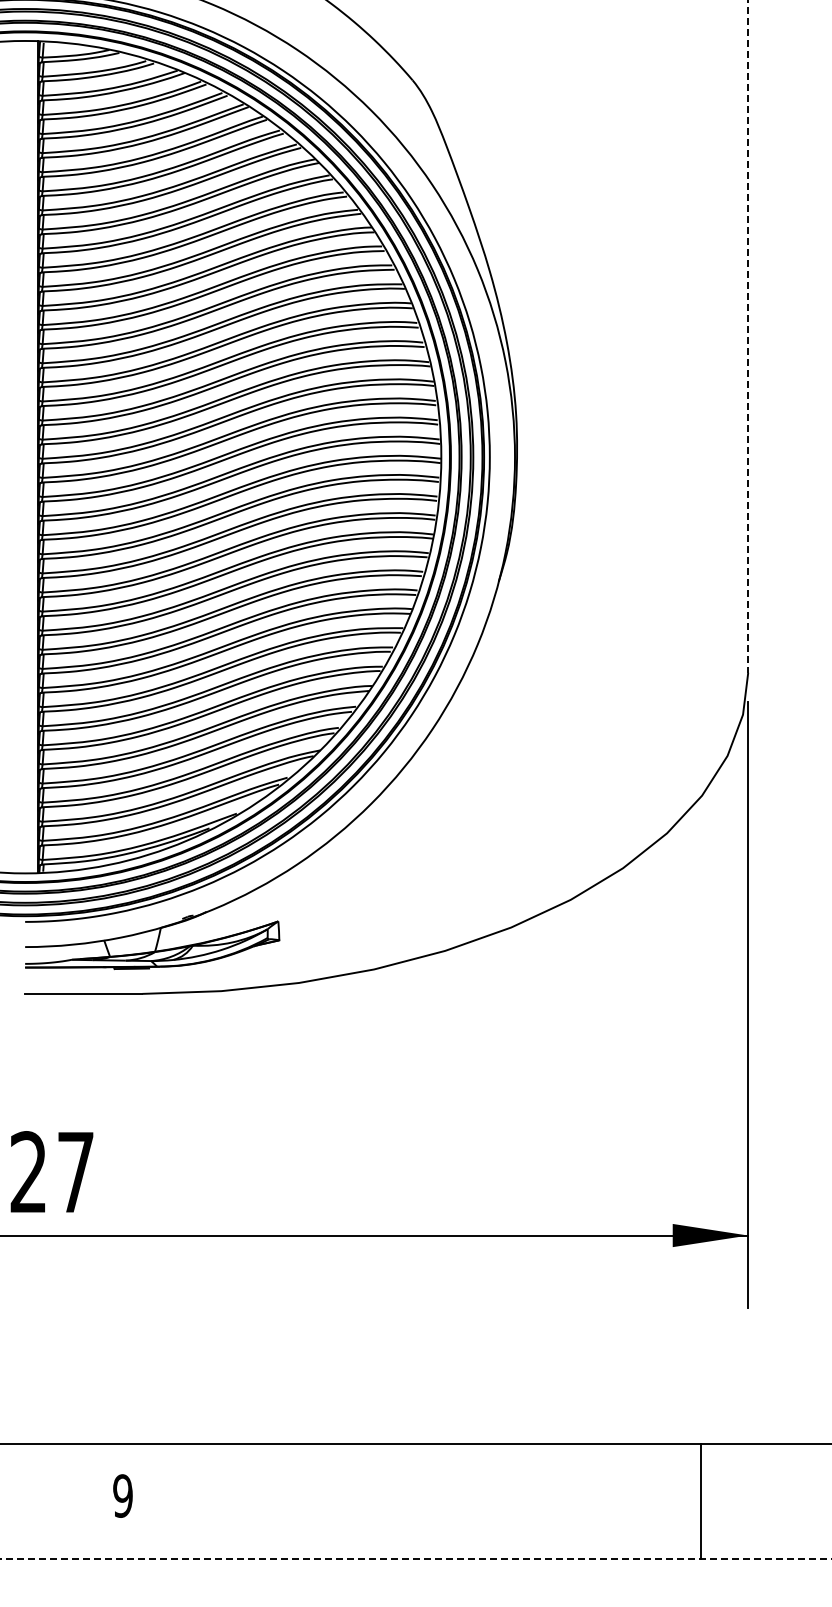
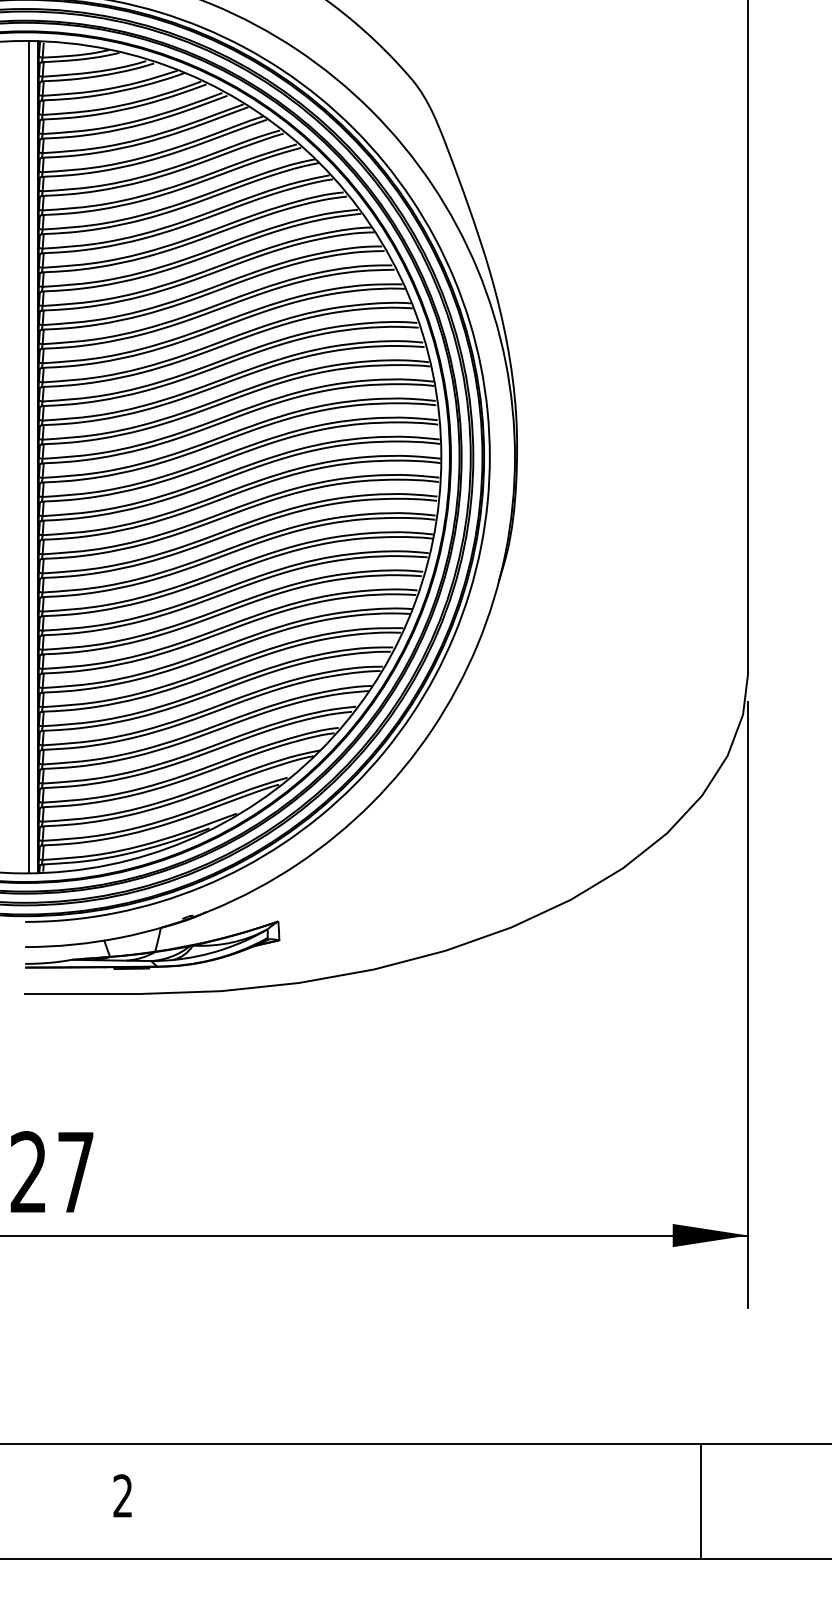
line at (748, 336): dashed -> solid
line at (29, 457): none -> present
text at (122, 1495): 9 -> 2
line at (416, 1558): dashed -> solid
